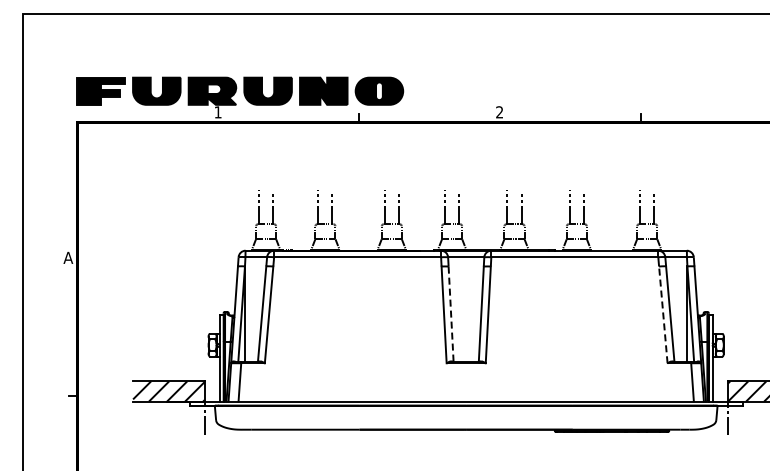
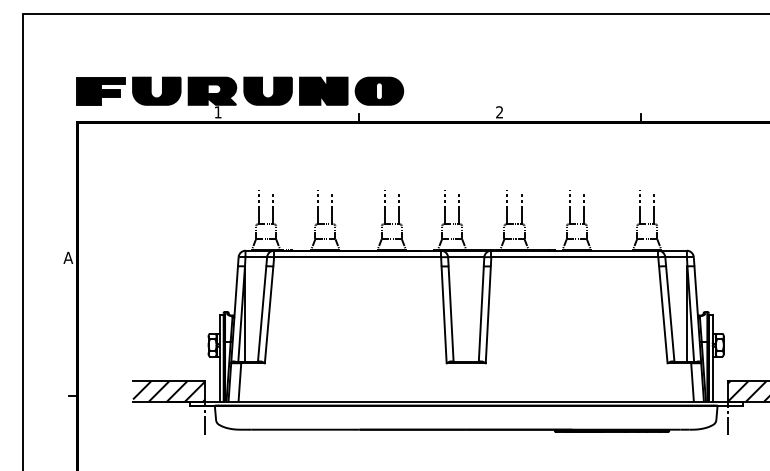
line at (451, 314): dashed -> solid
line at (663, 314): dashed -> solid
